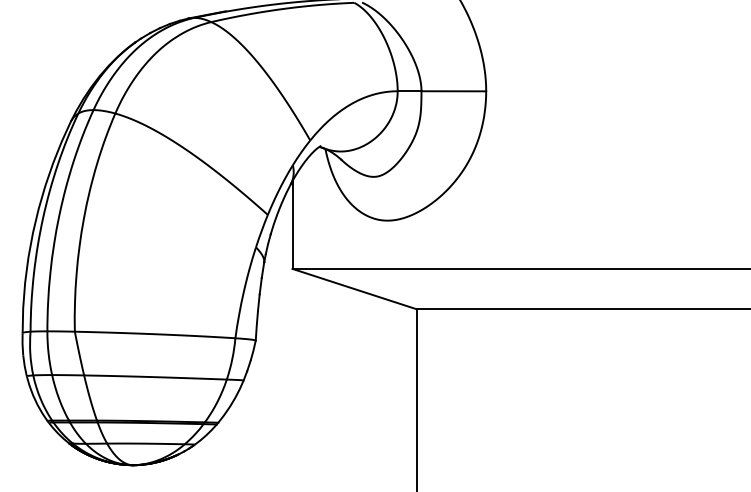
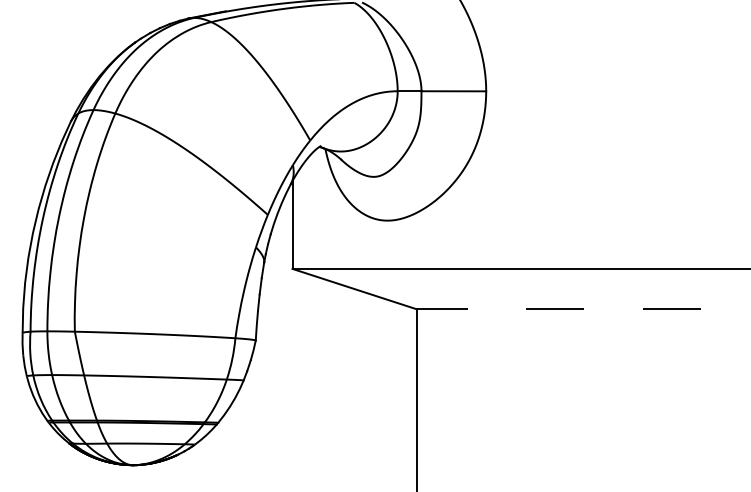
line at (583, 309): solid -> dashed
